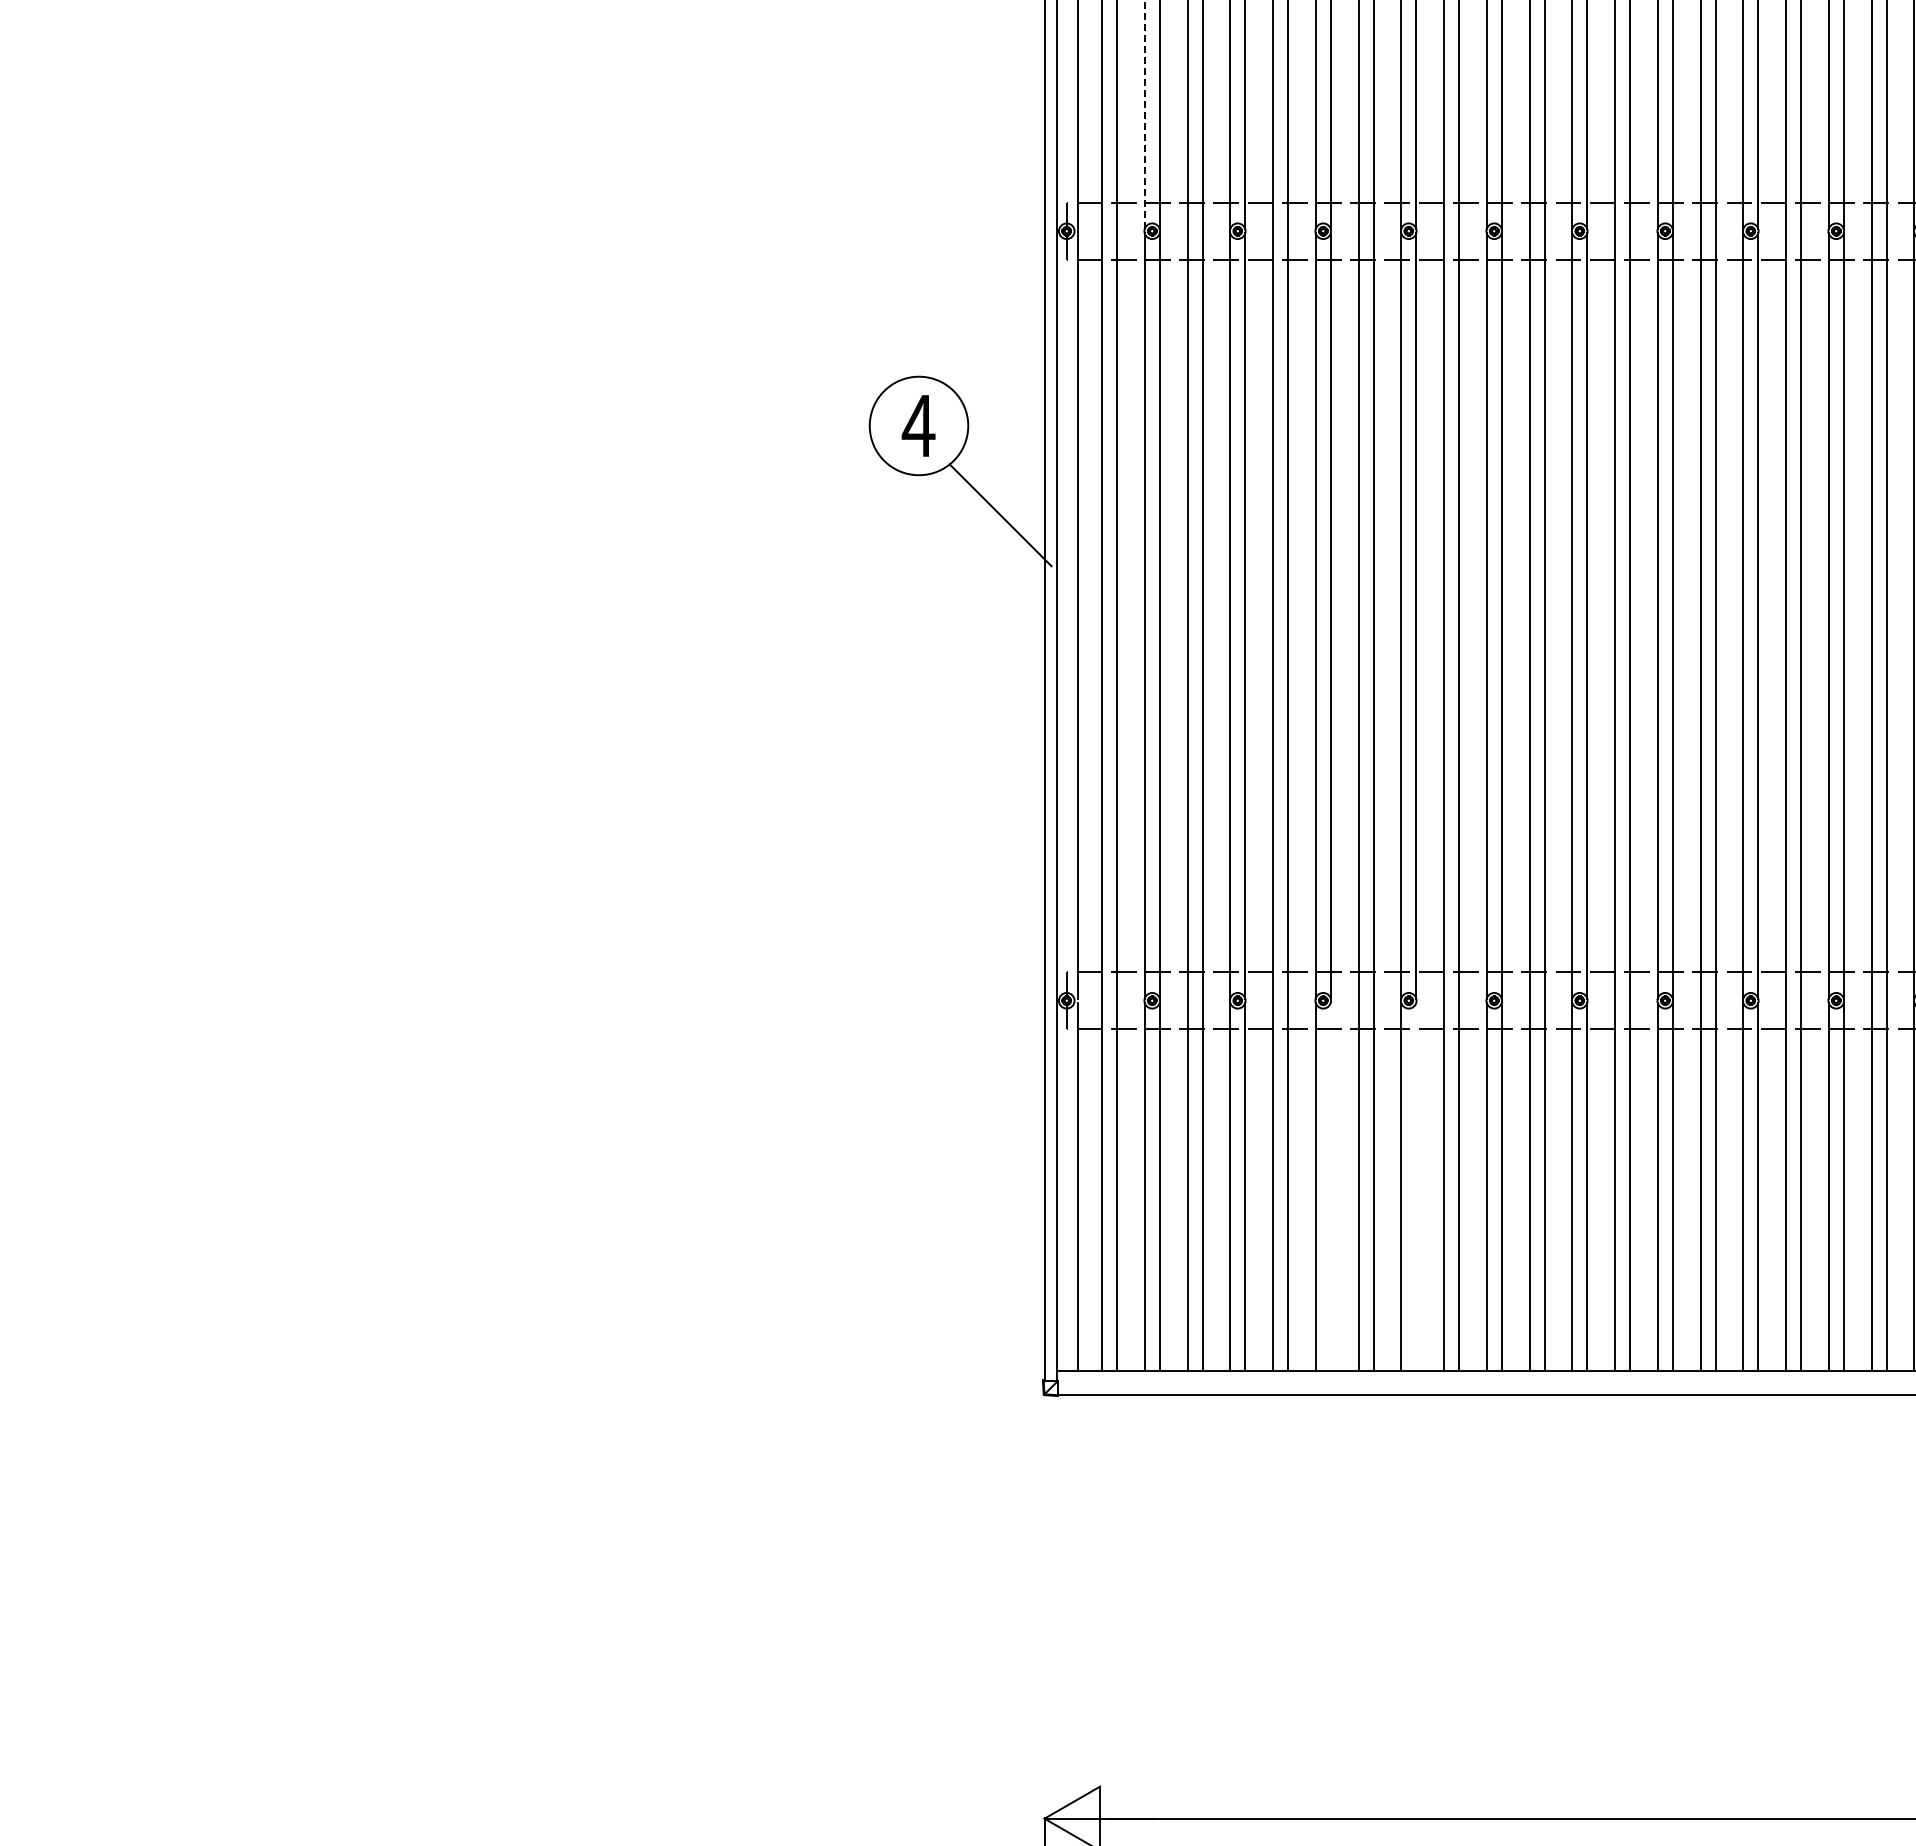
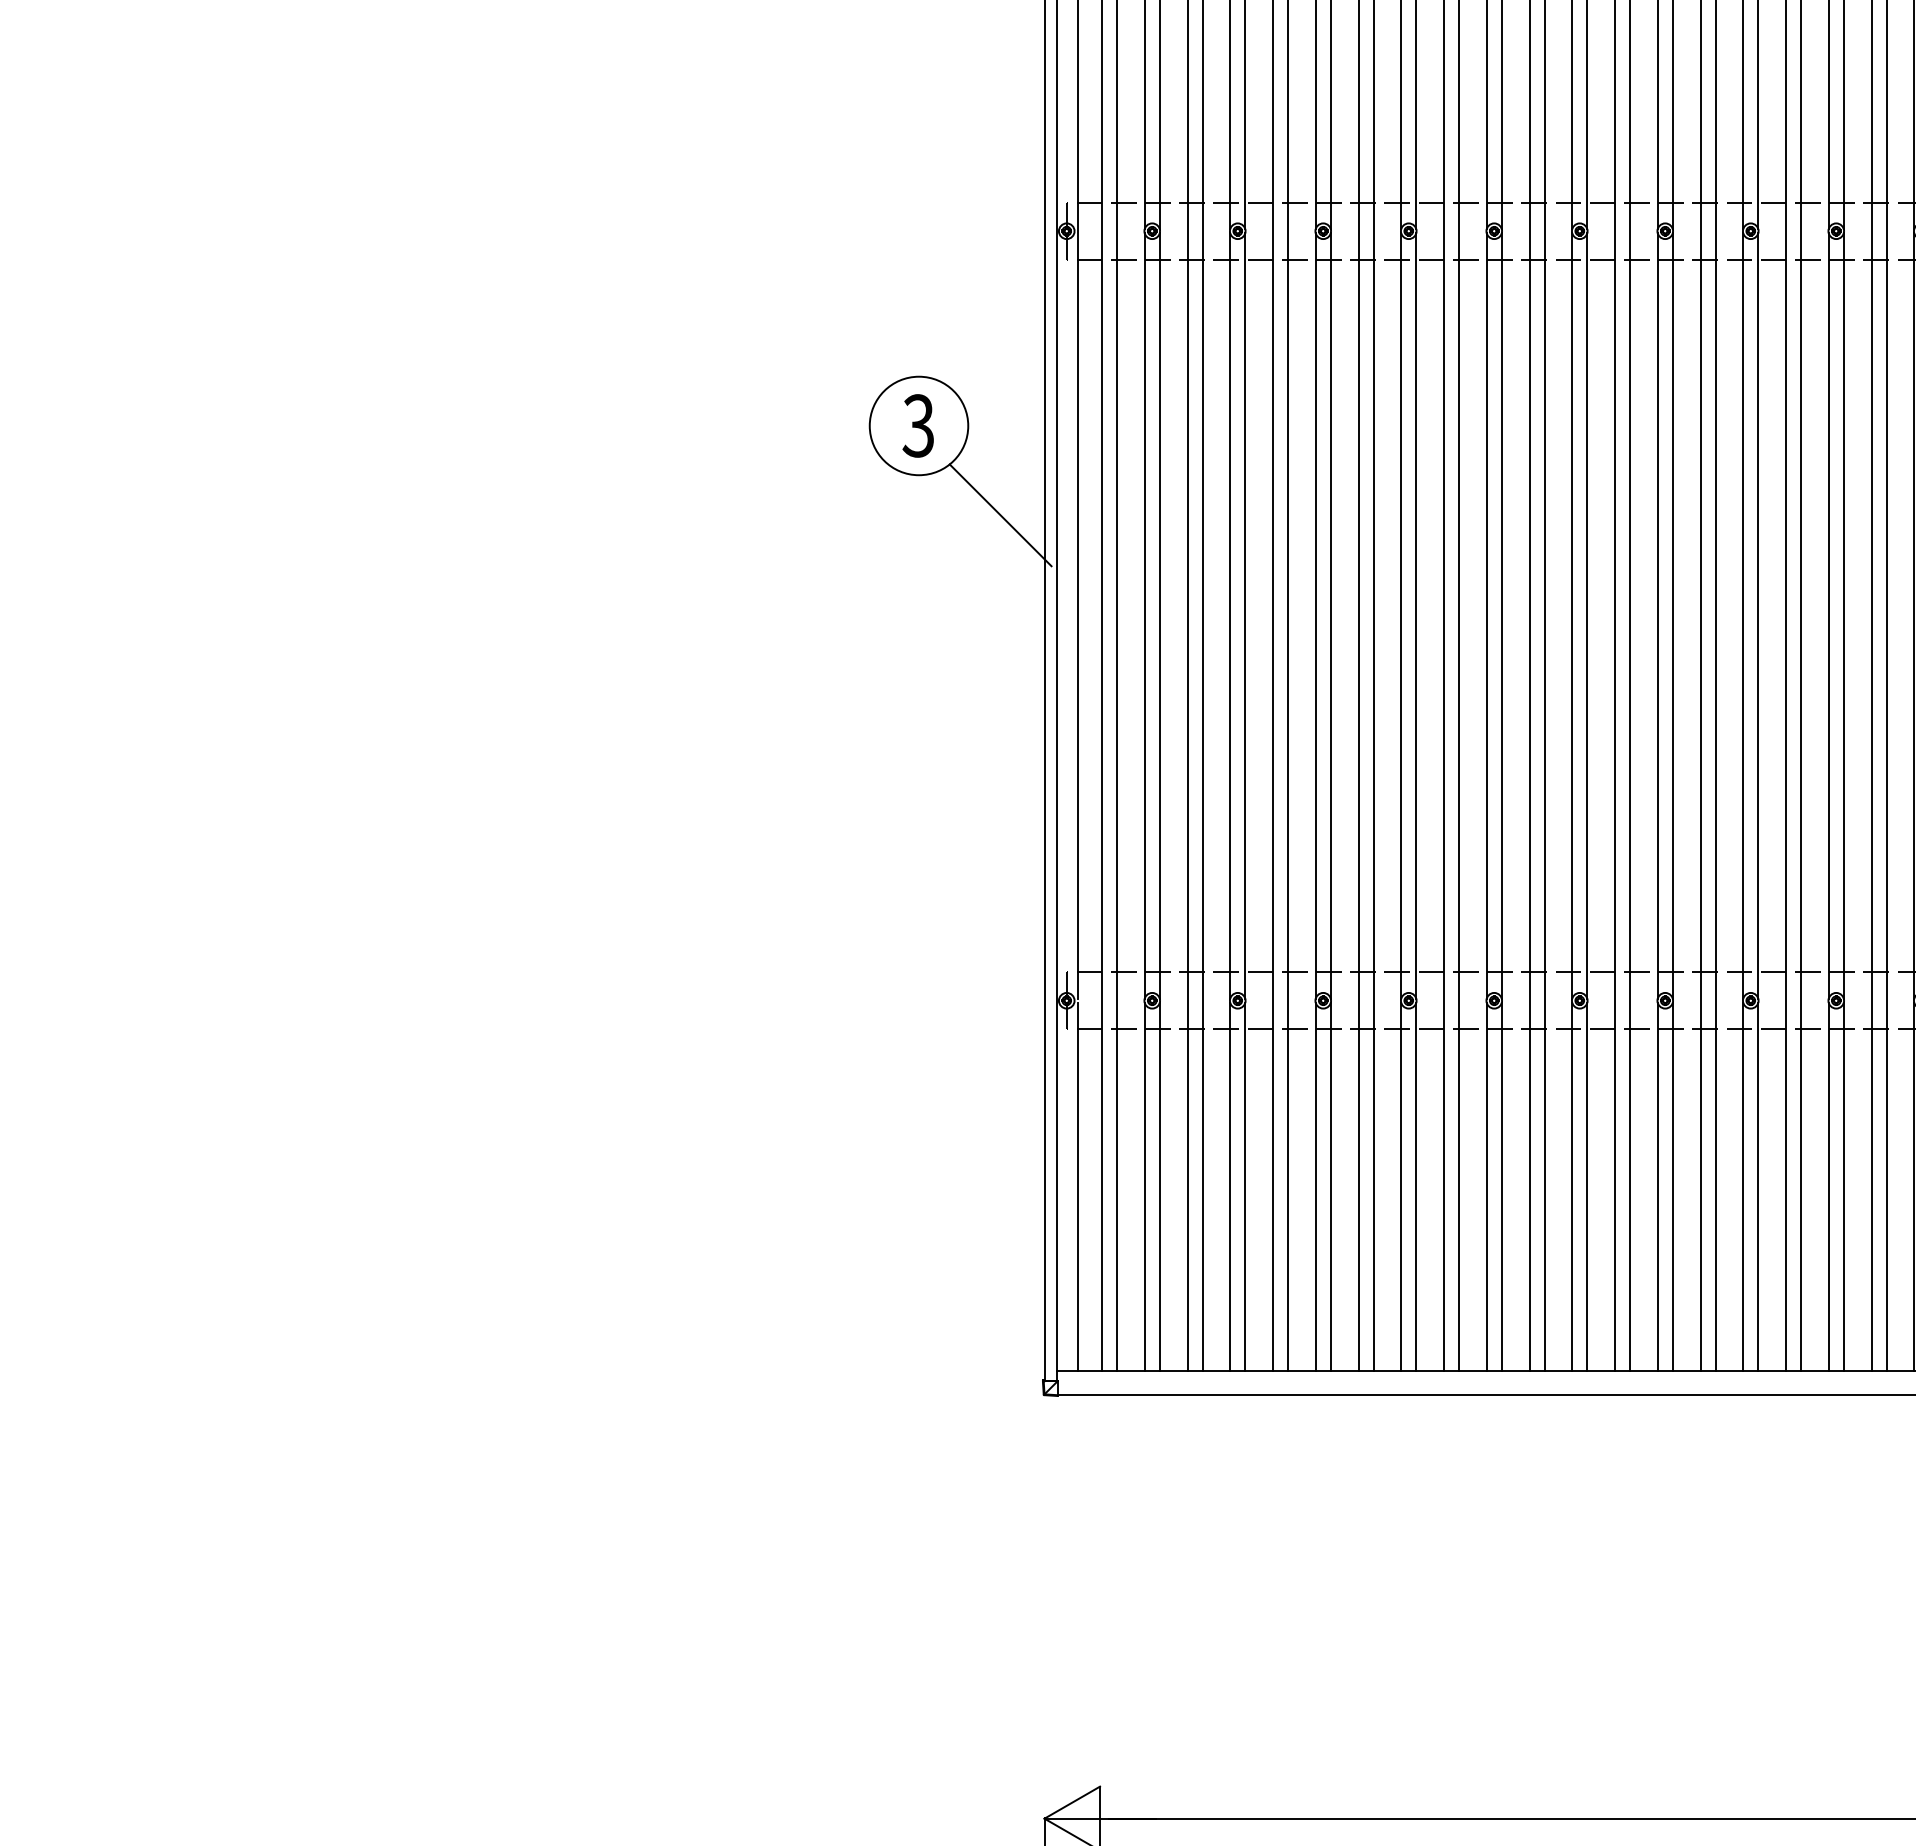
line at (1144, 114): dashed -> solid
text at (918, 425): 4 -> 3
line at (1330, 1186): none -> present
line at (1416, 1186): none -> present
